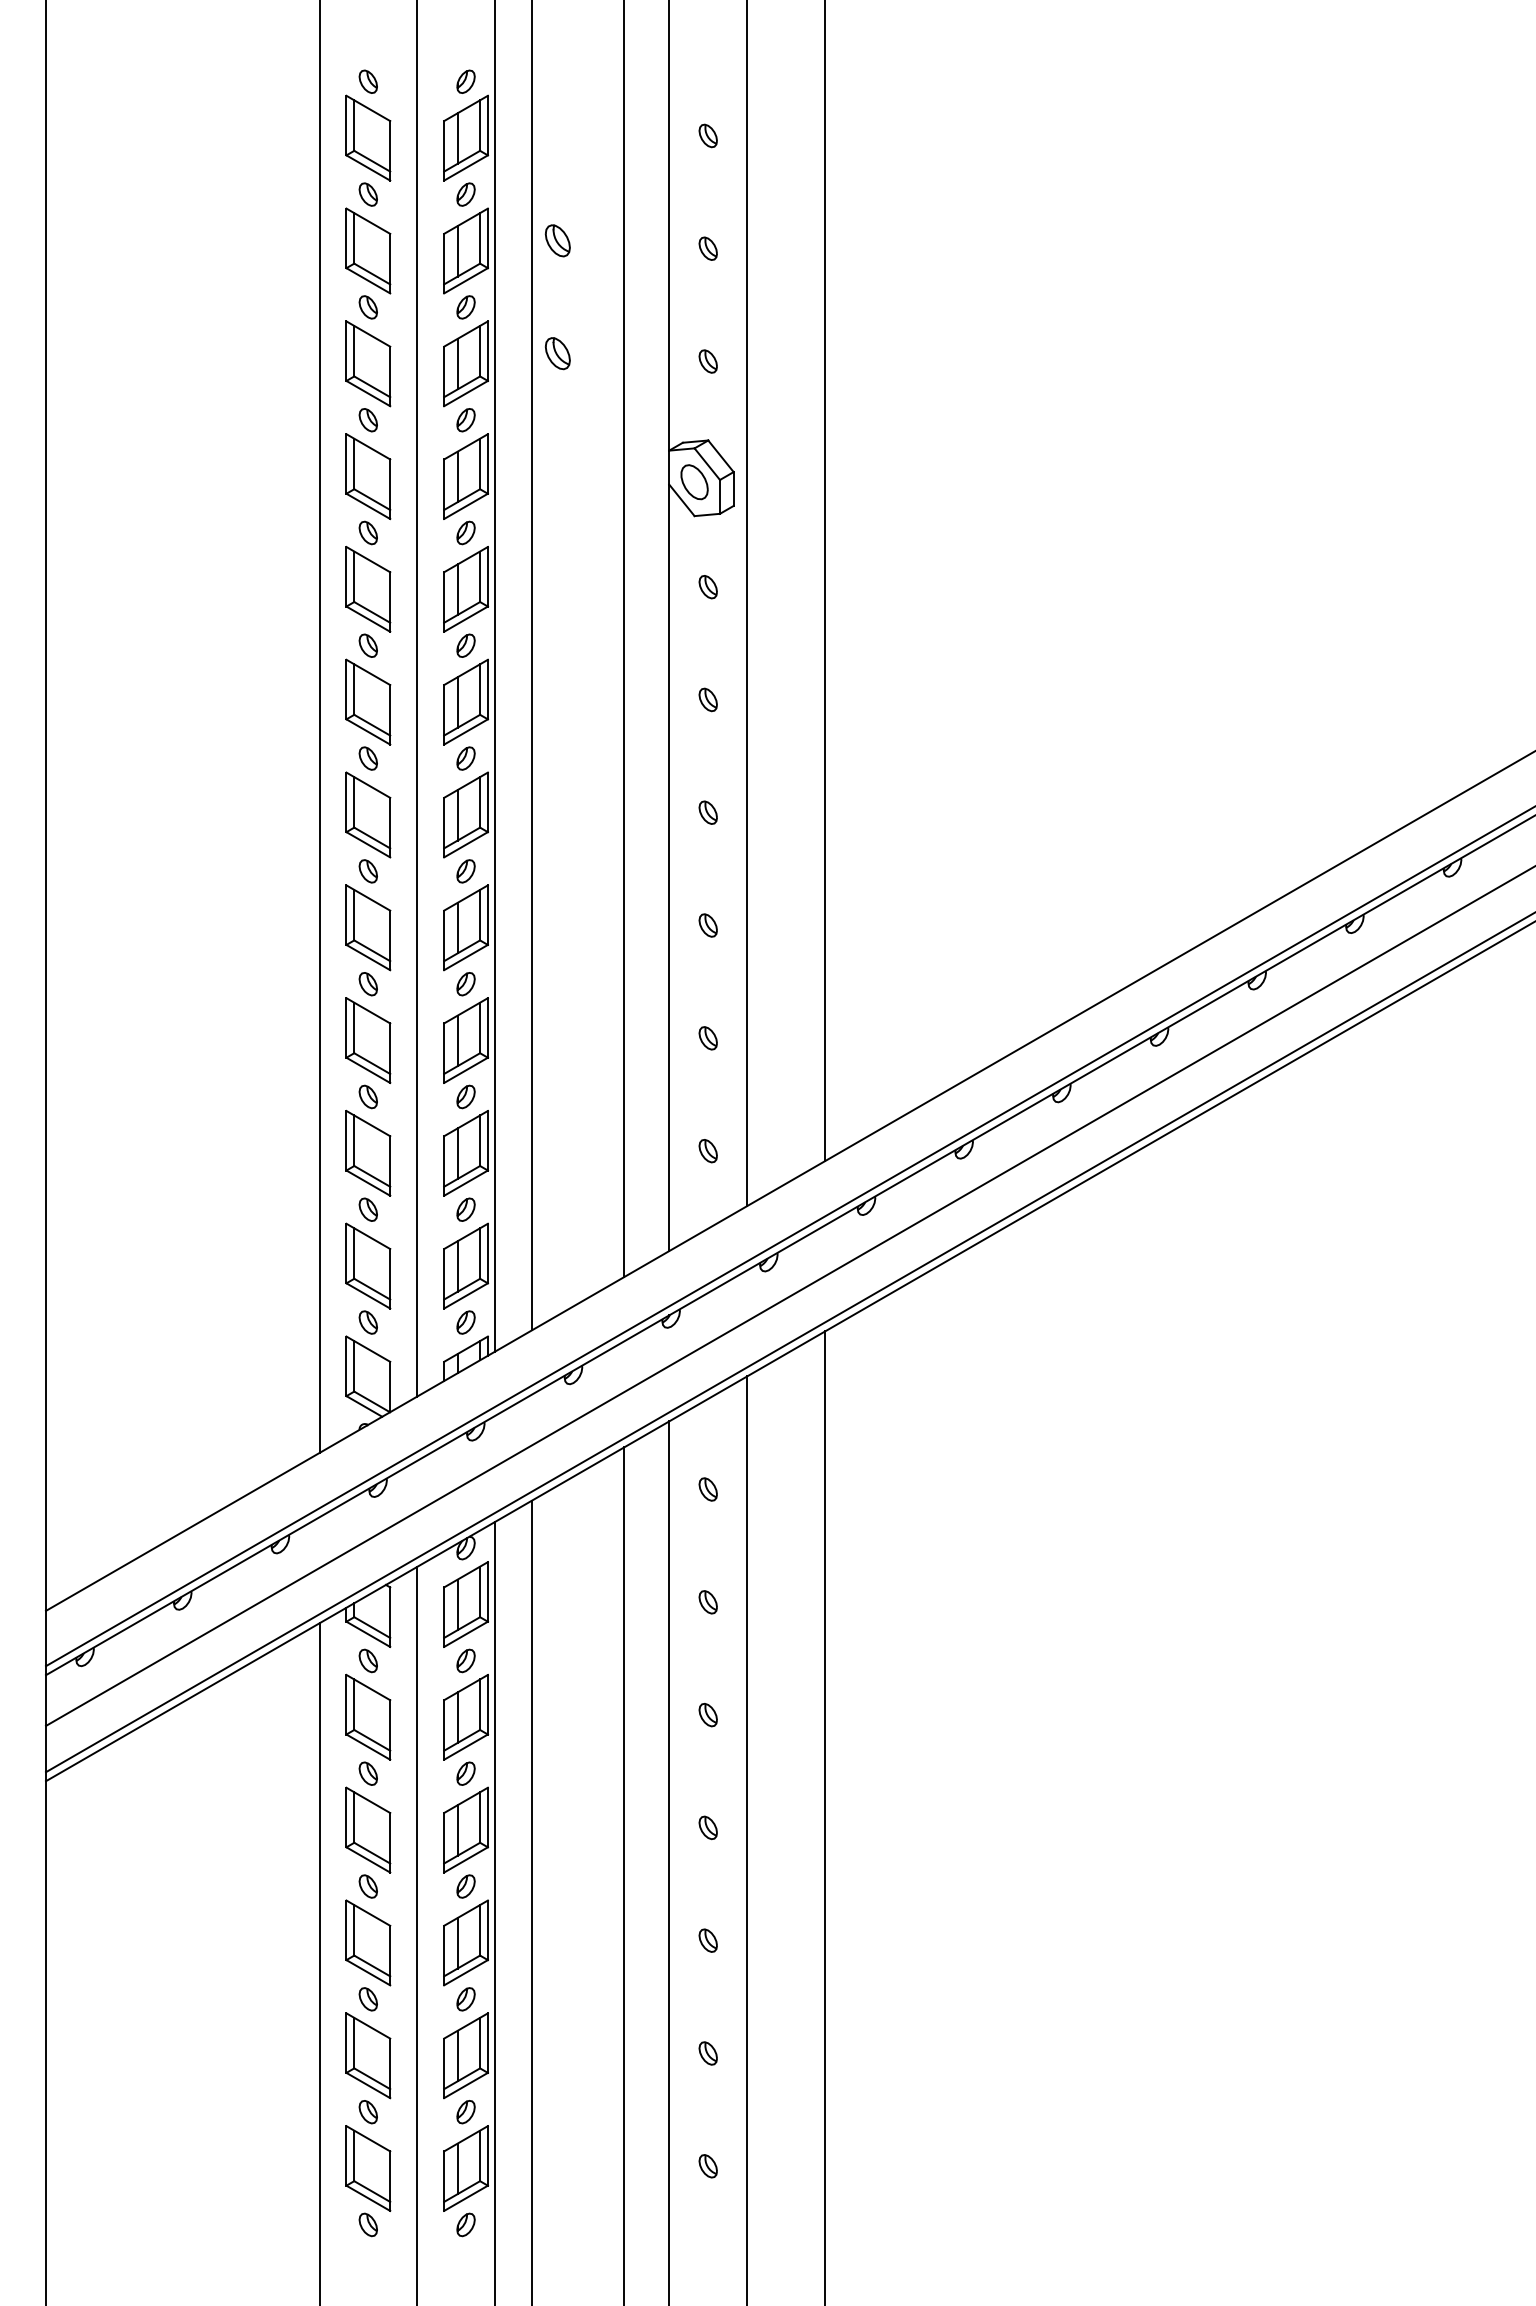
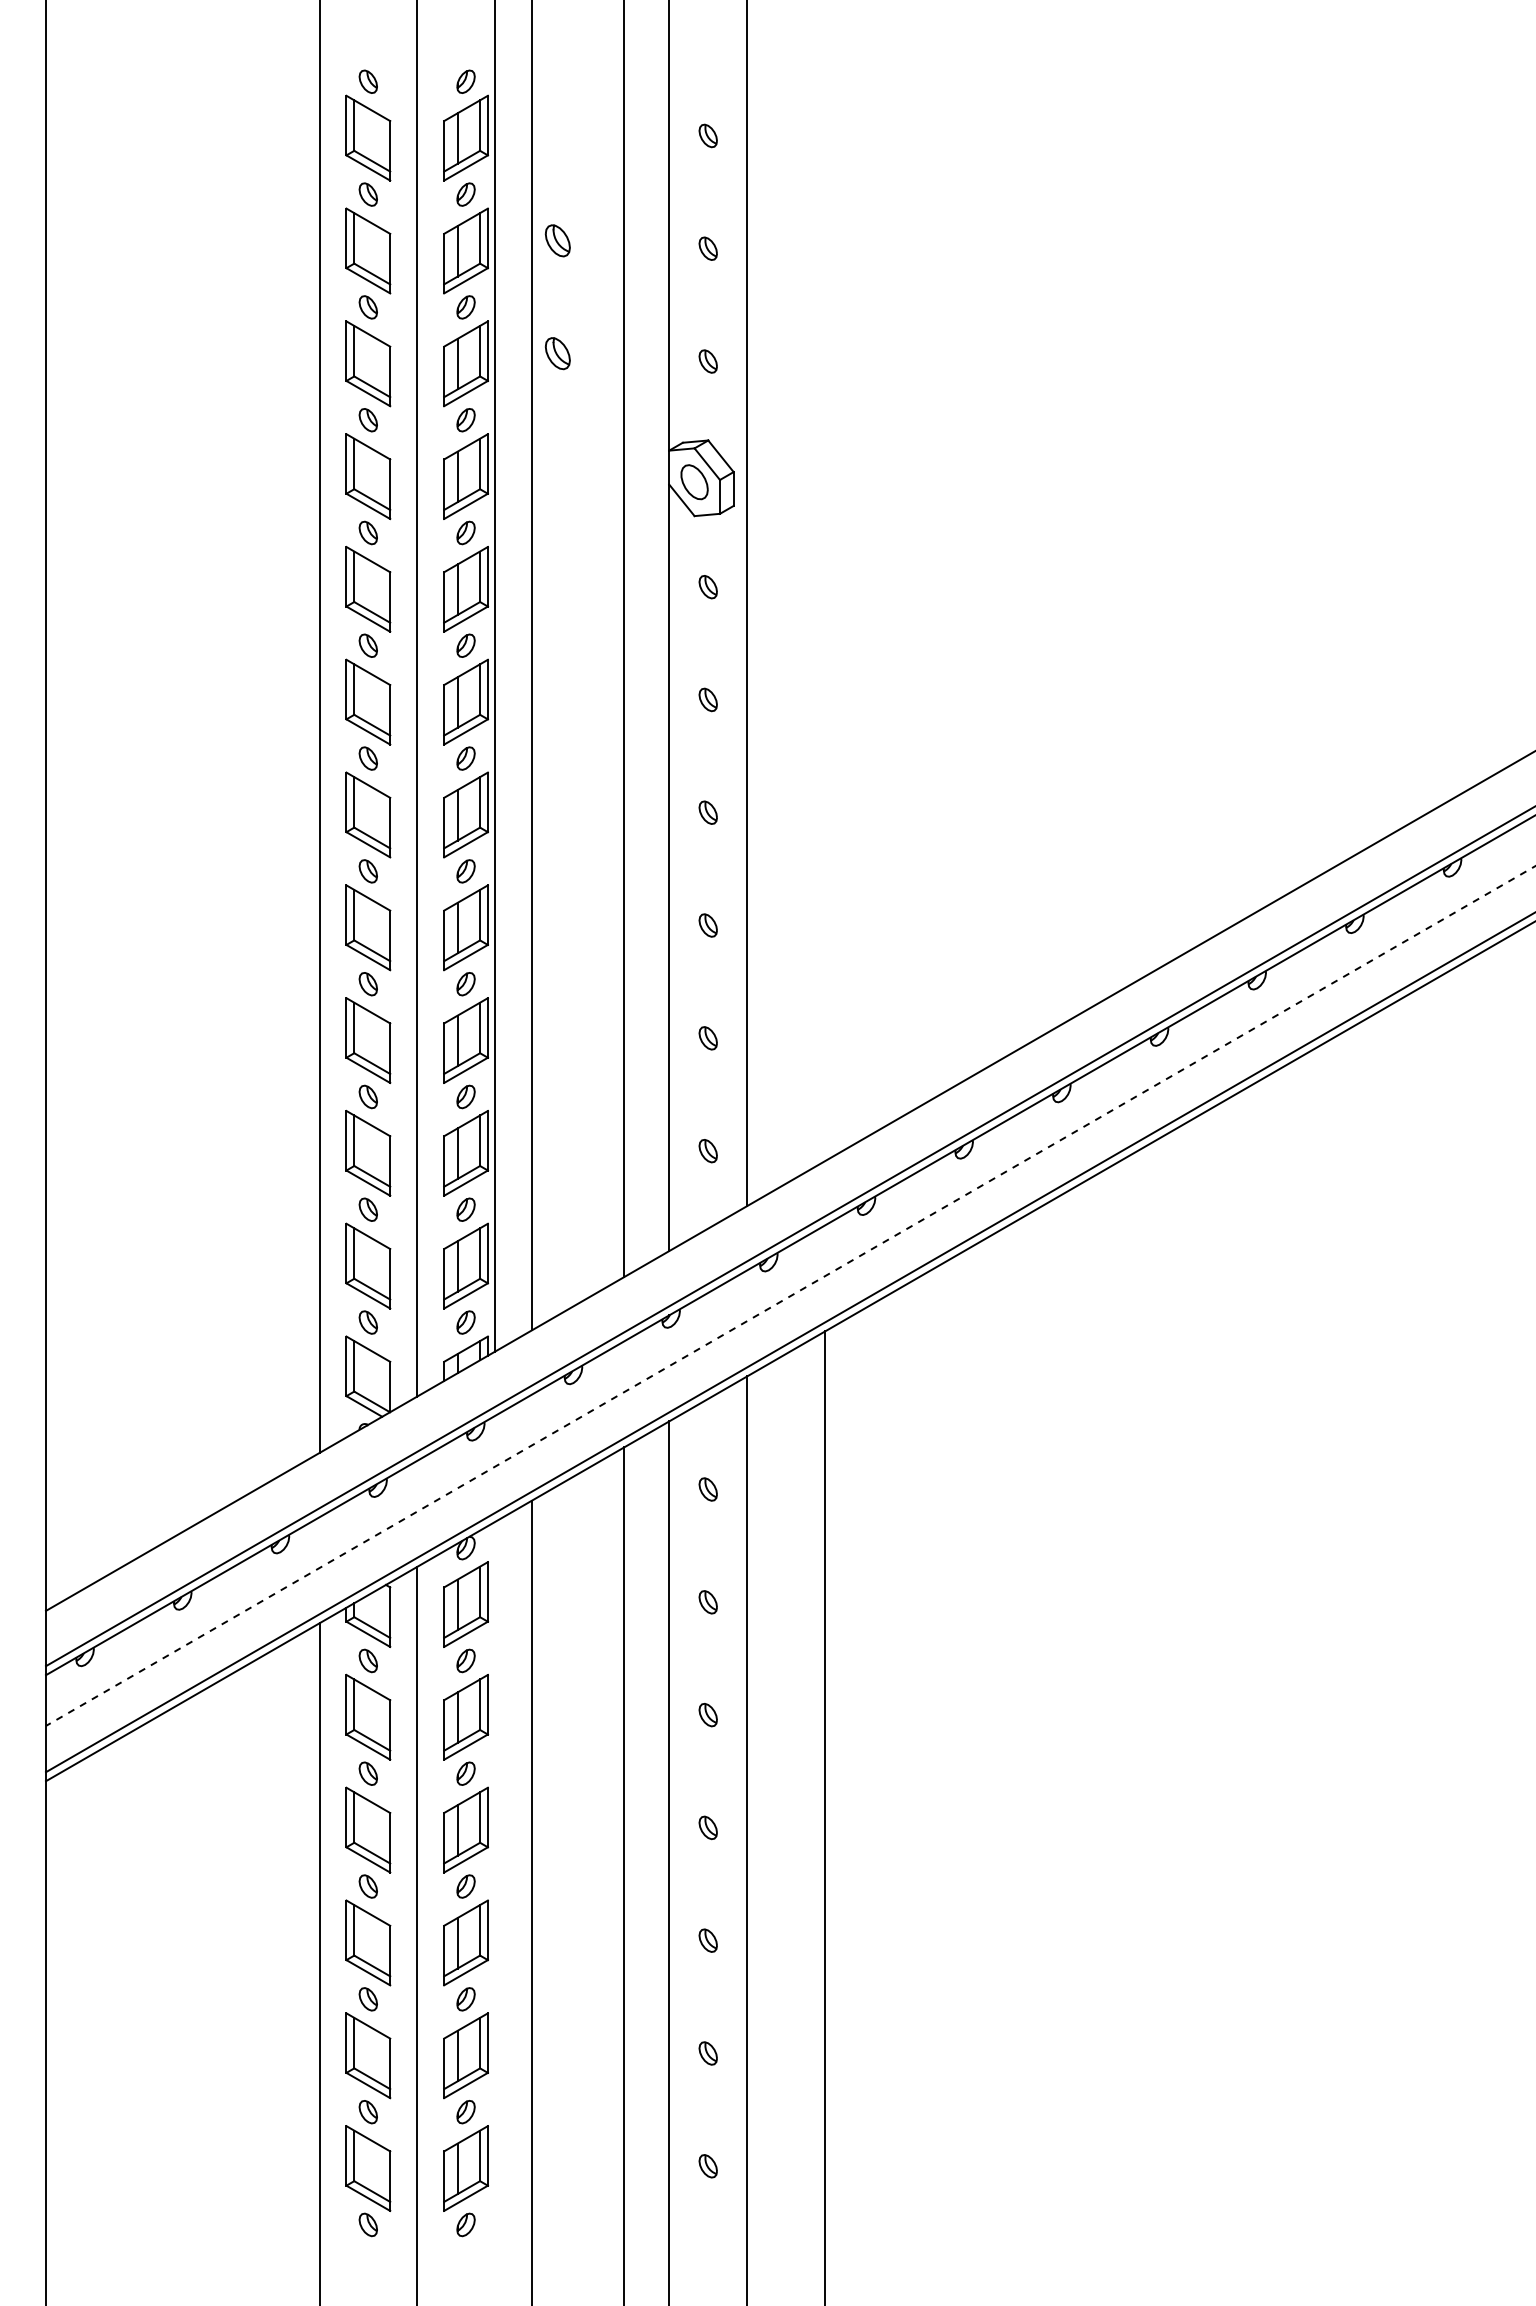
line at (825, 581): present -> none
line at (790, 1296): solid -> dashed
line at (495, 1911): present -> none
